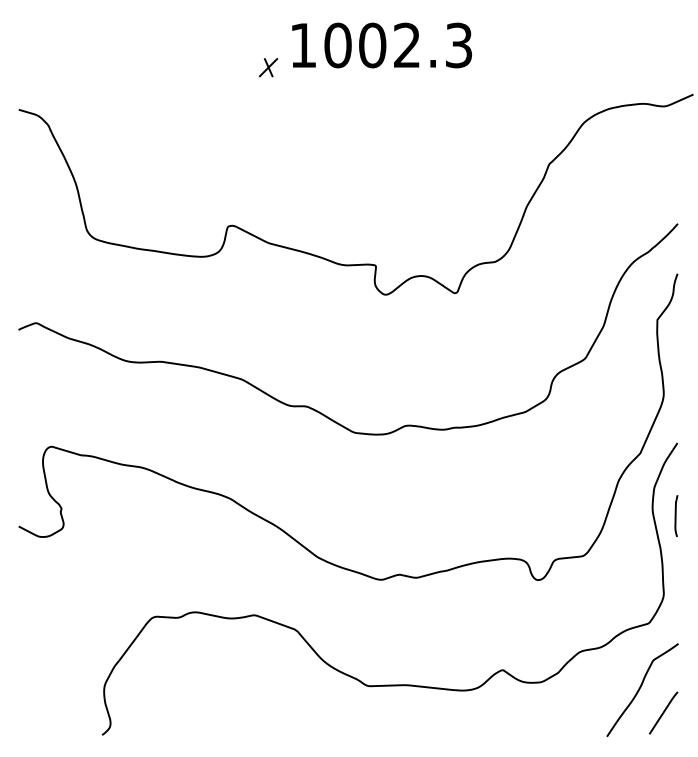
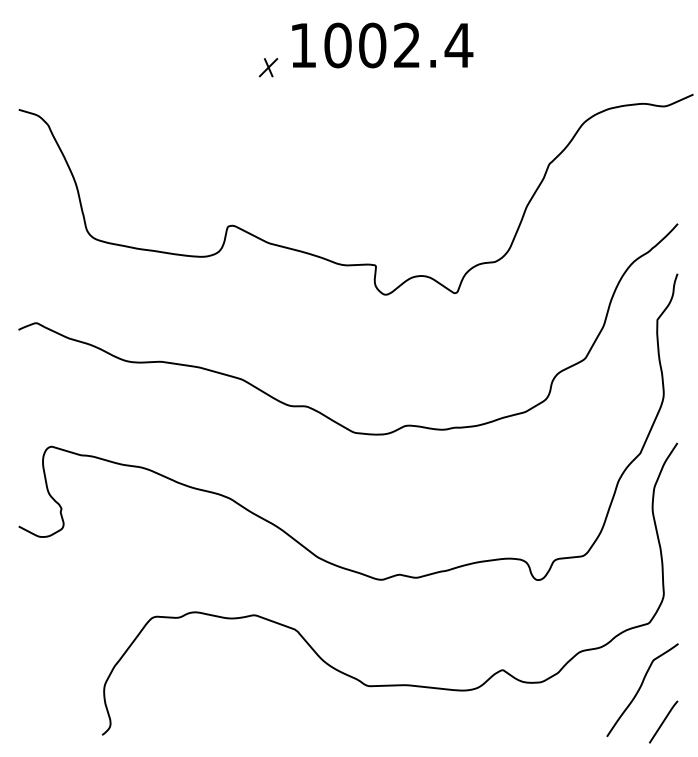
text at (458, 45): 1002.3 -> 1002.4
curve at (676, 515): present -> none
line at (663, 712) position: (663, 712) -> (663, 721)
